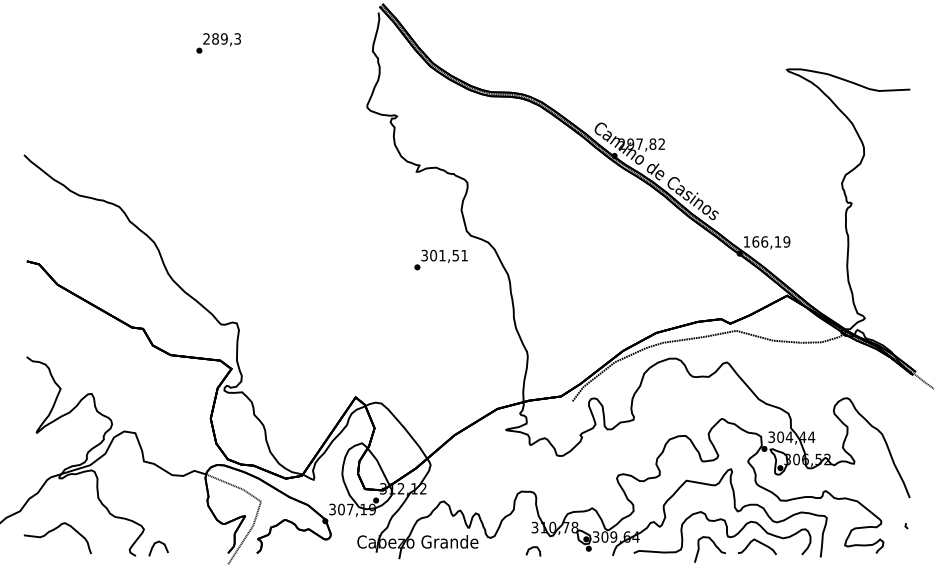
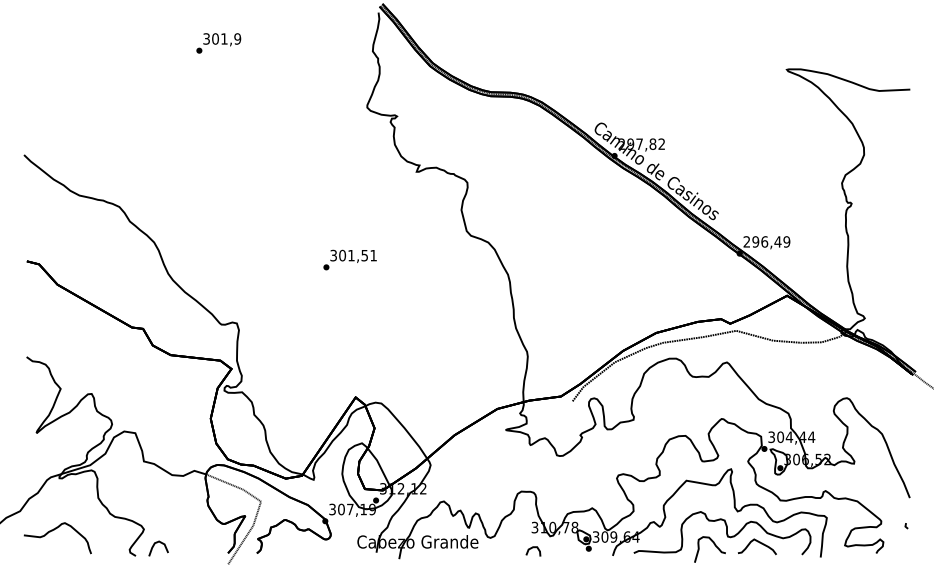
text at (222, 38): 289,3 -> 301,9
text at (762, 241): 166,19 -> 296,49
text at (440, 259) position: (440, 259) -> (349, 259)
